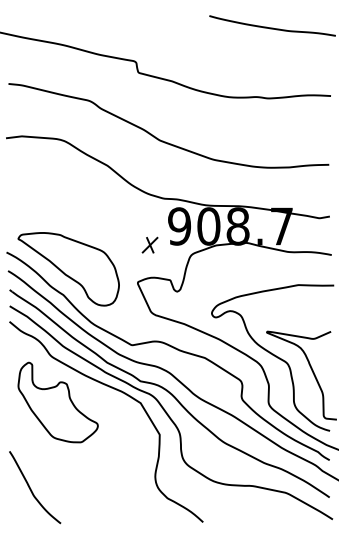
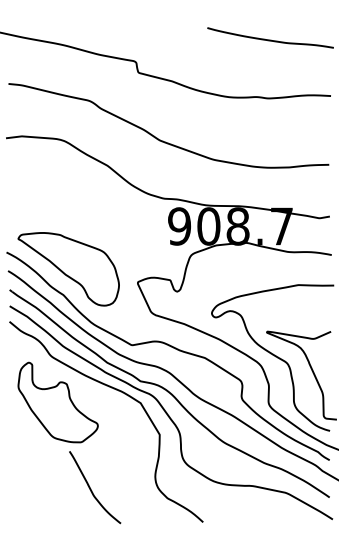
curve at (272, 27) position: (272, 27) -> (270, 39)
part at (149, 244): present -> none
curve at (31, 488) position: (31, 488) -> (91, 488)
